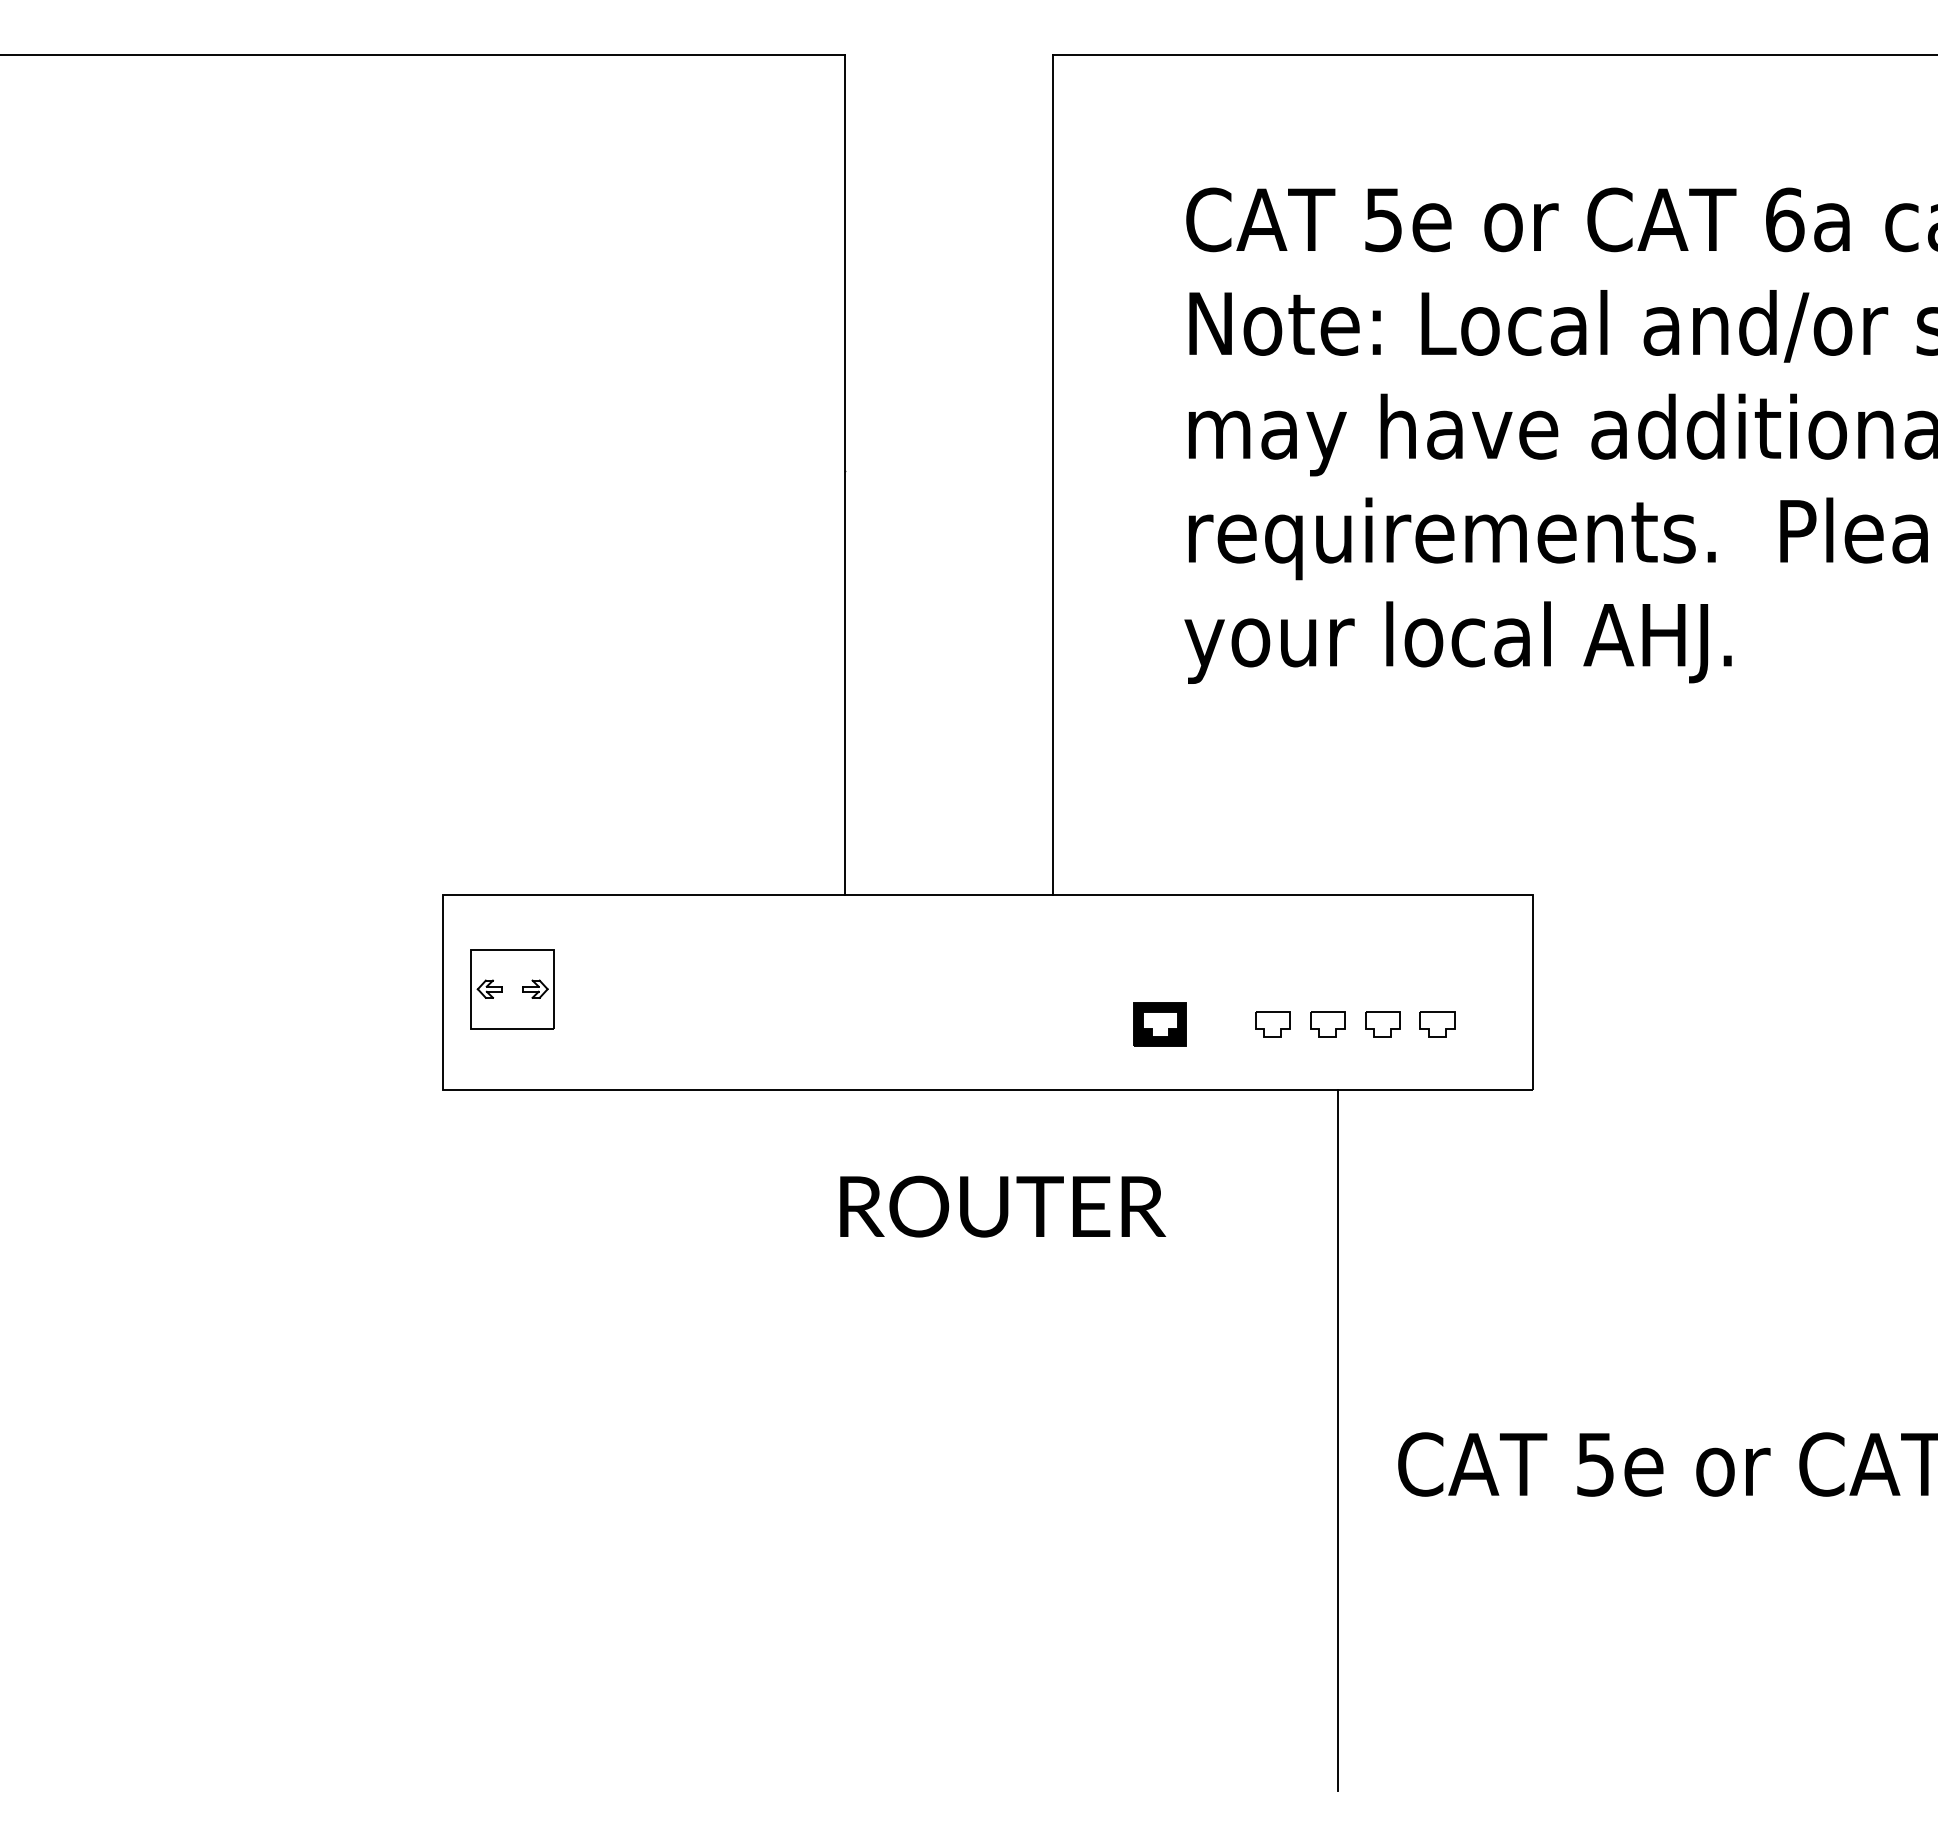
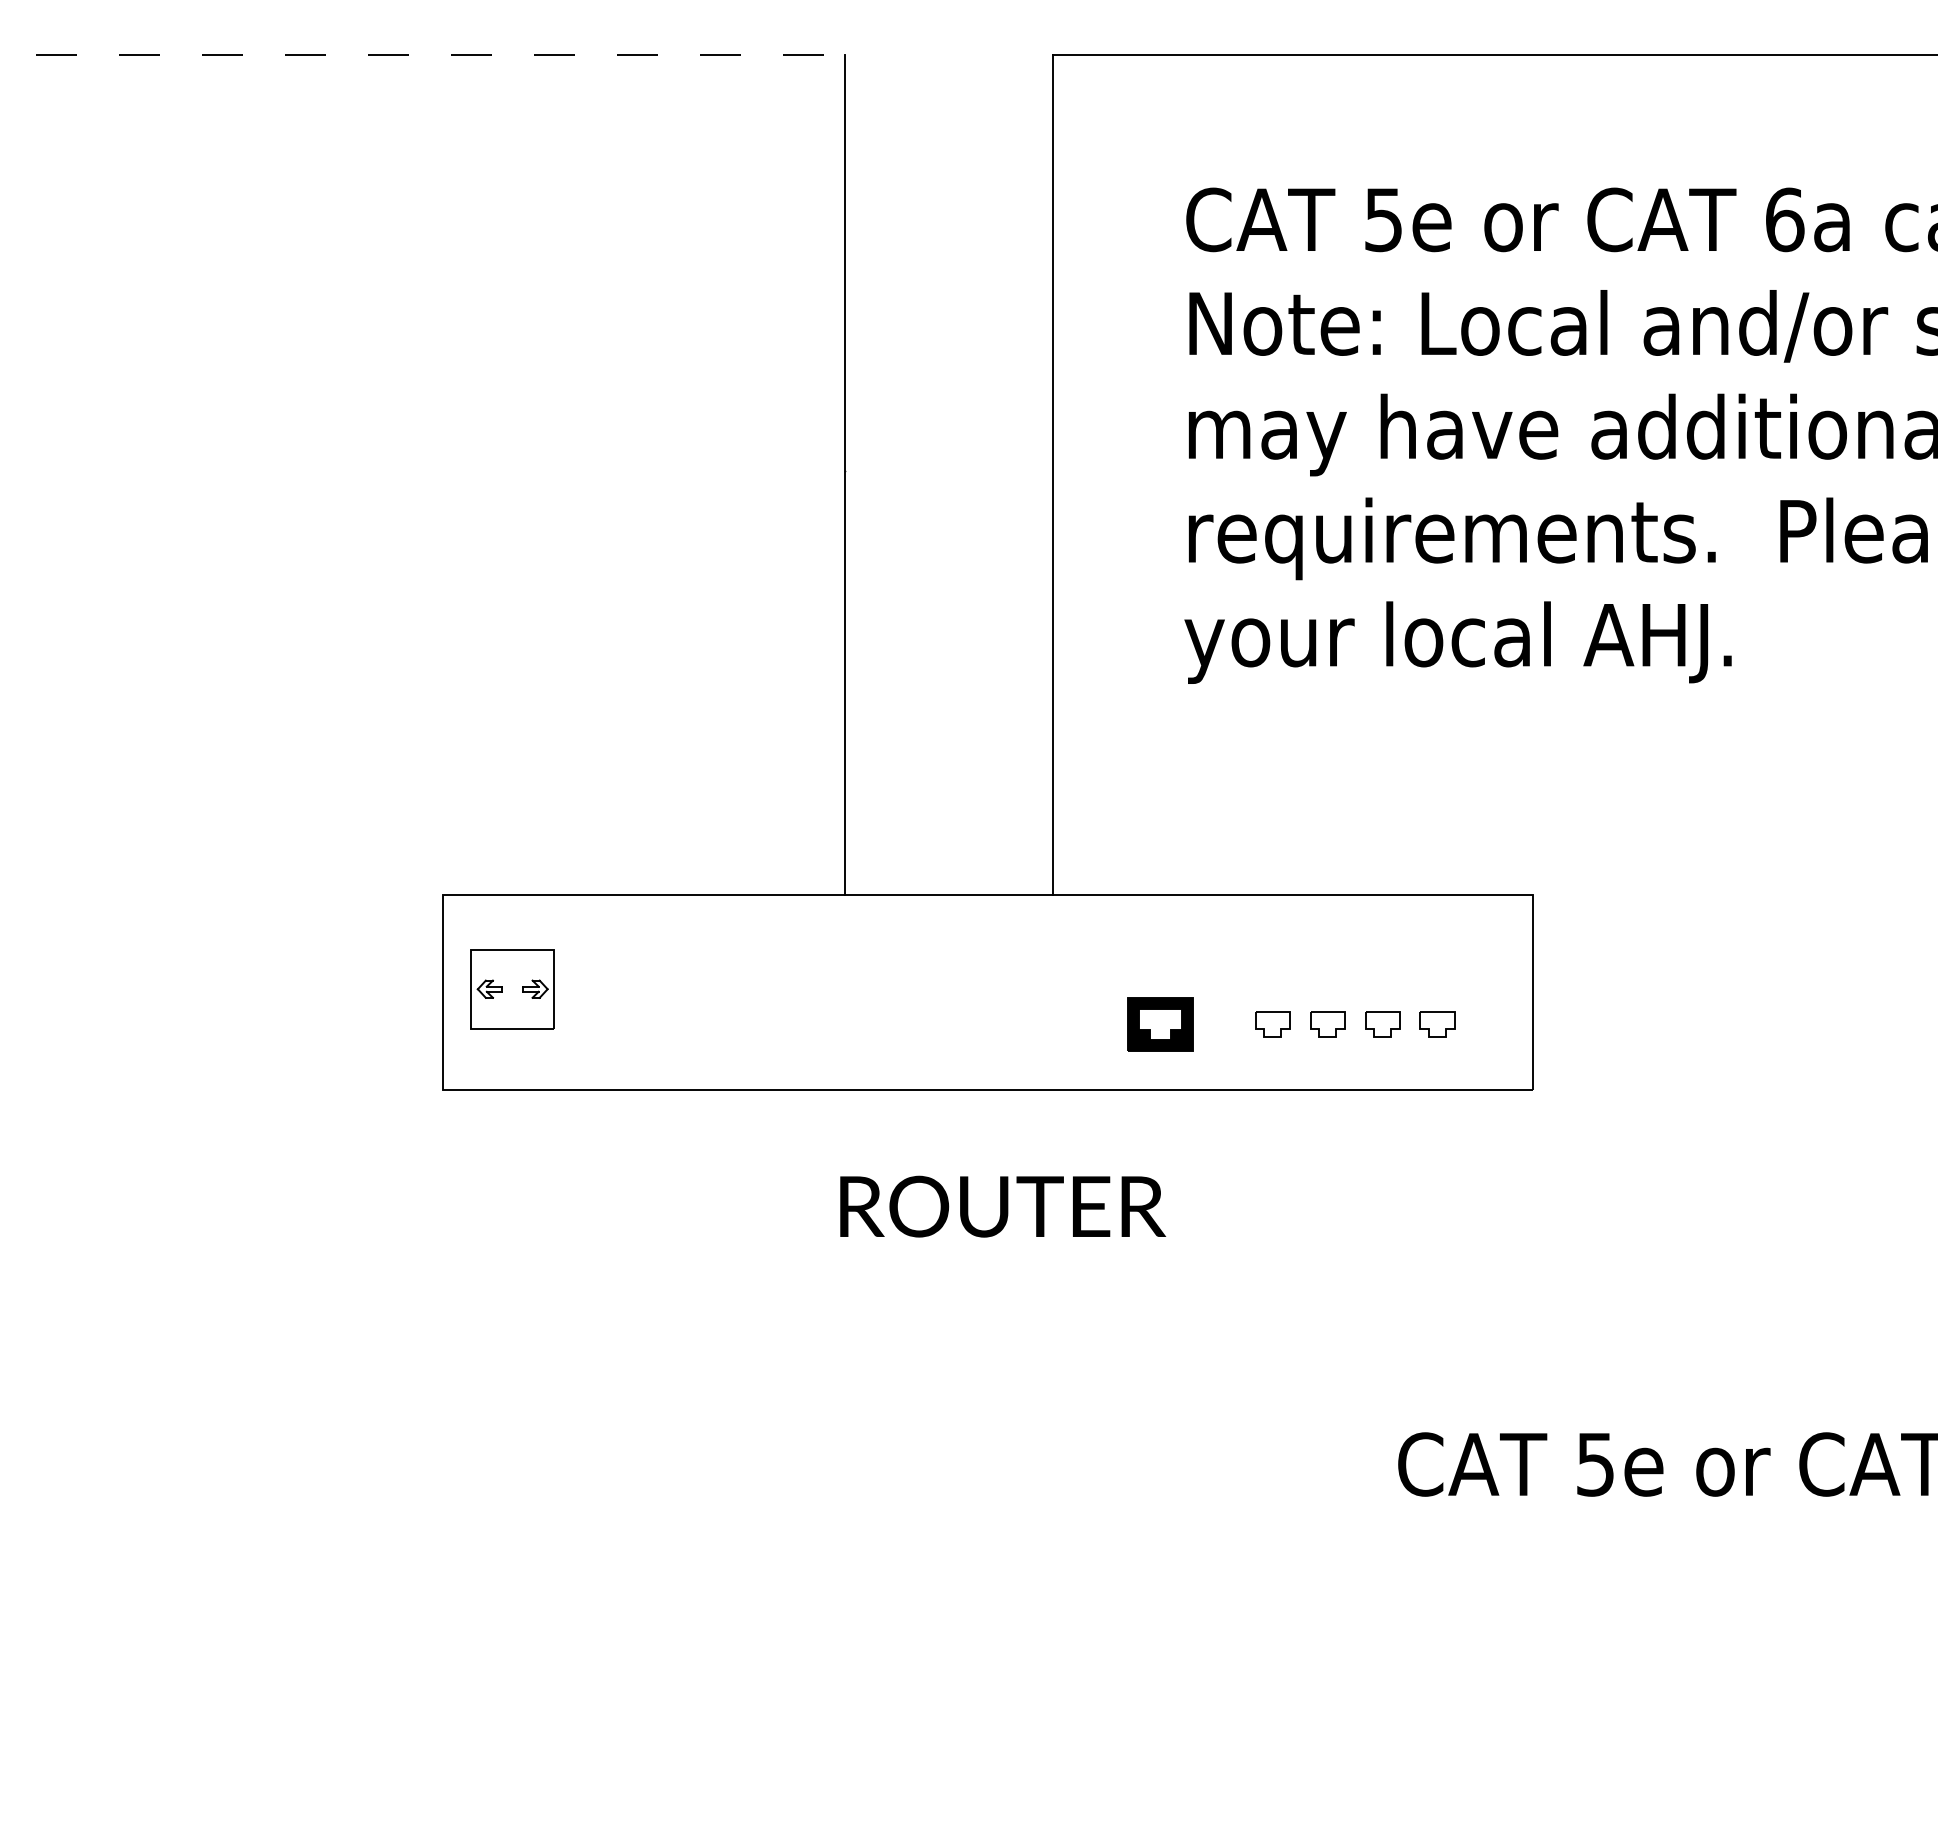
line at (423, 55): solid -> dashed
part at (1159, 1024) size: 54x45 px -> 67x55 px
line at (1337, 1439): present -> none
